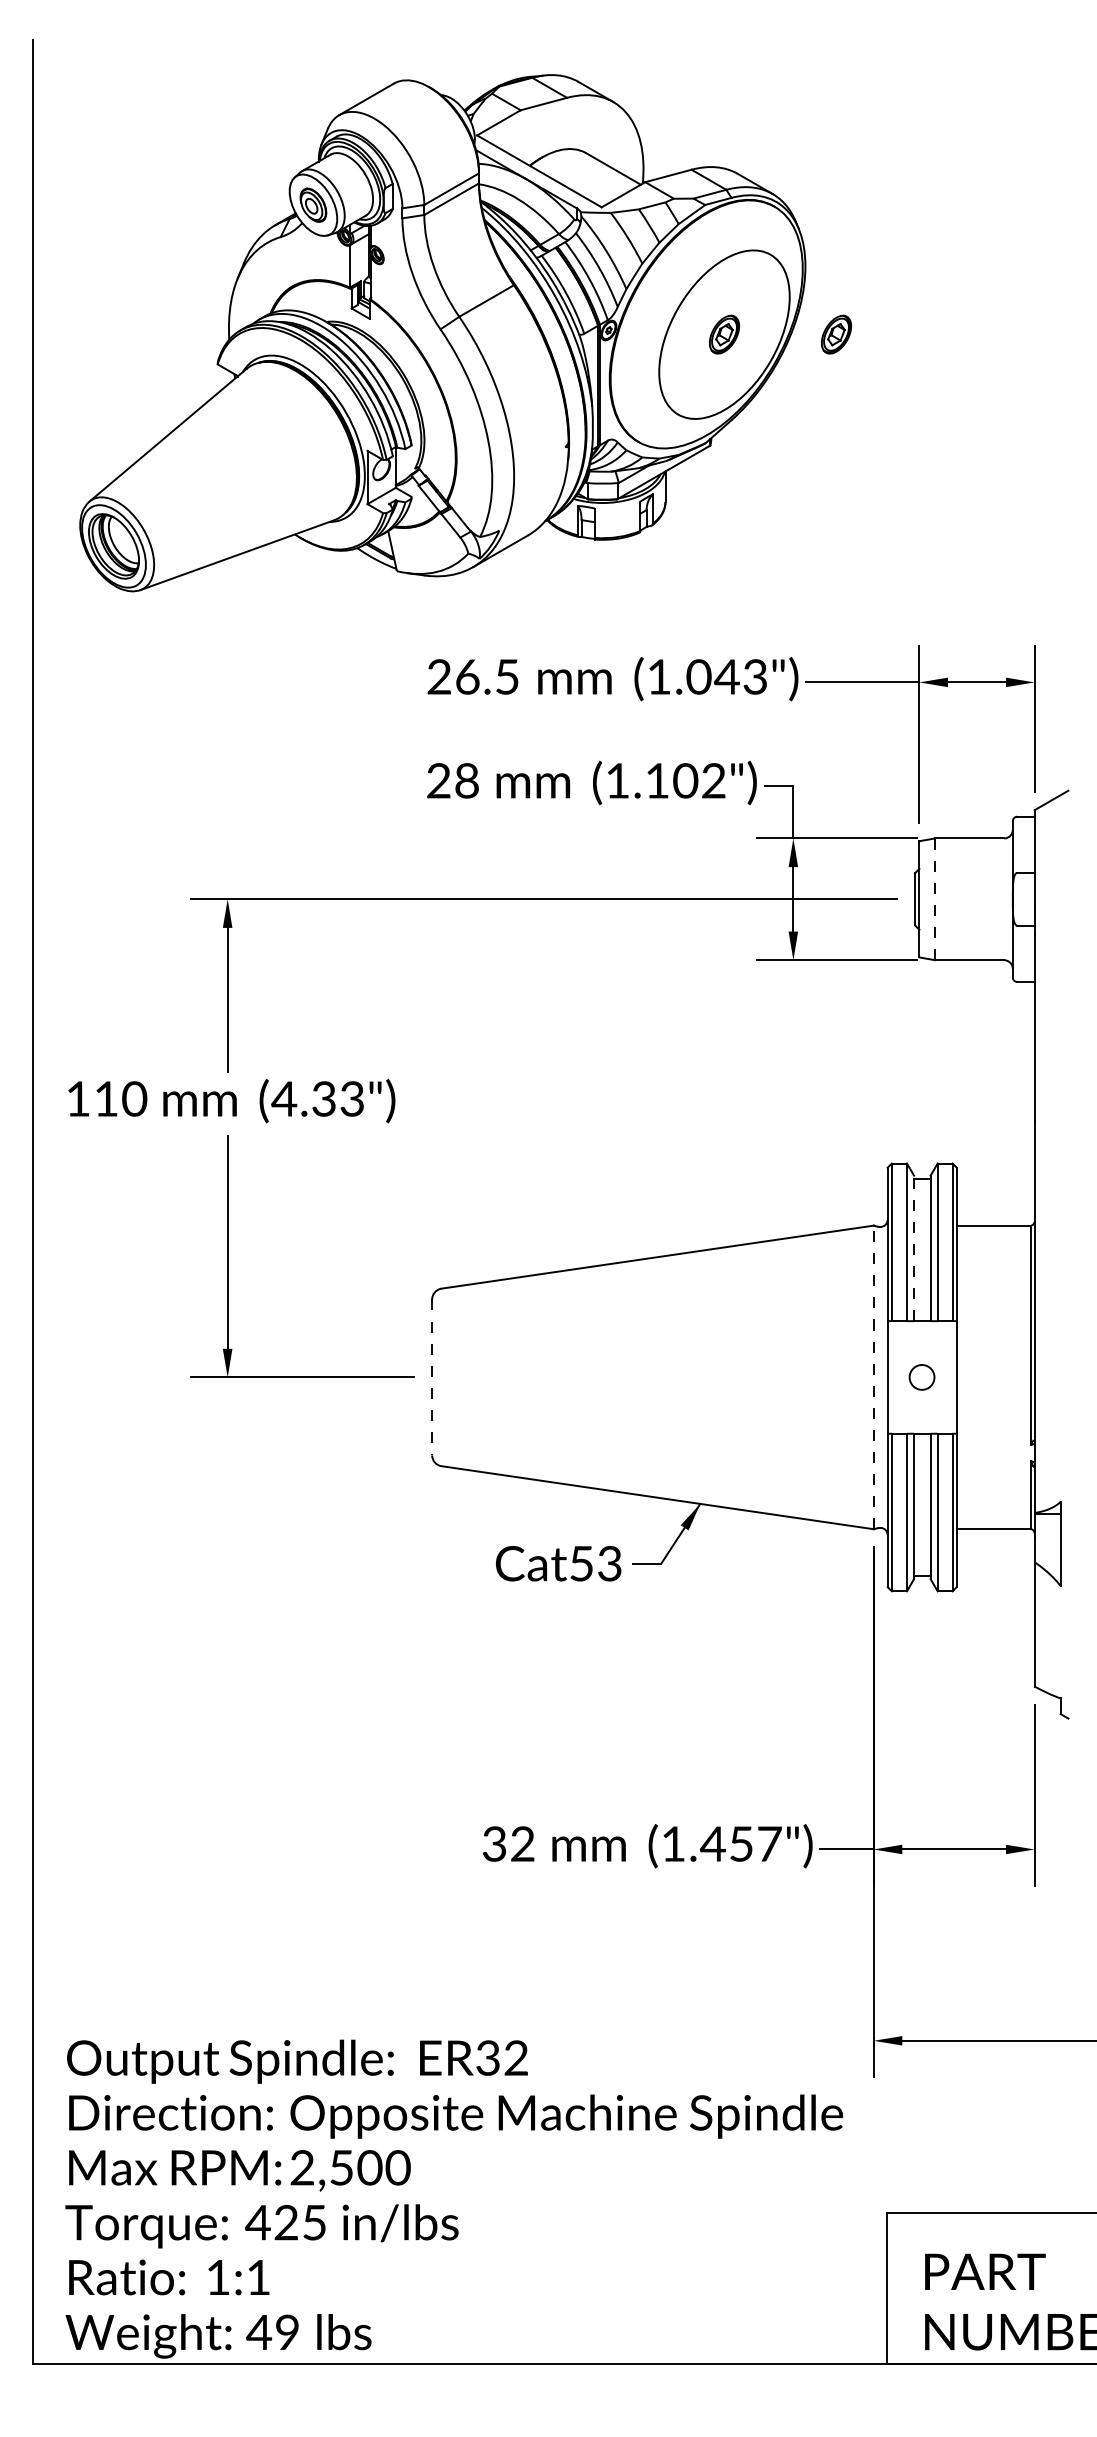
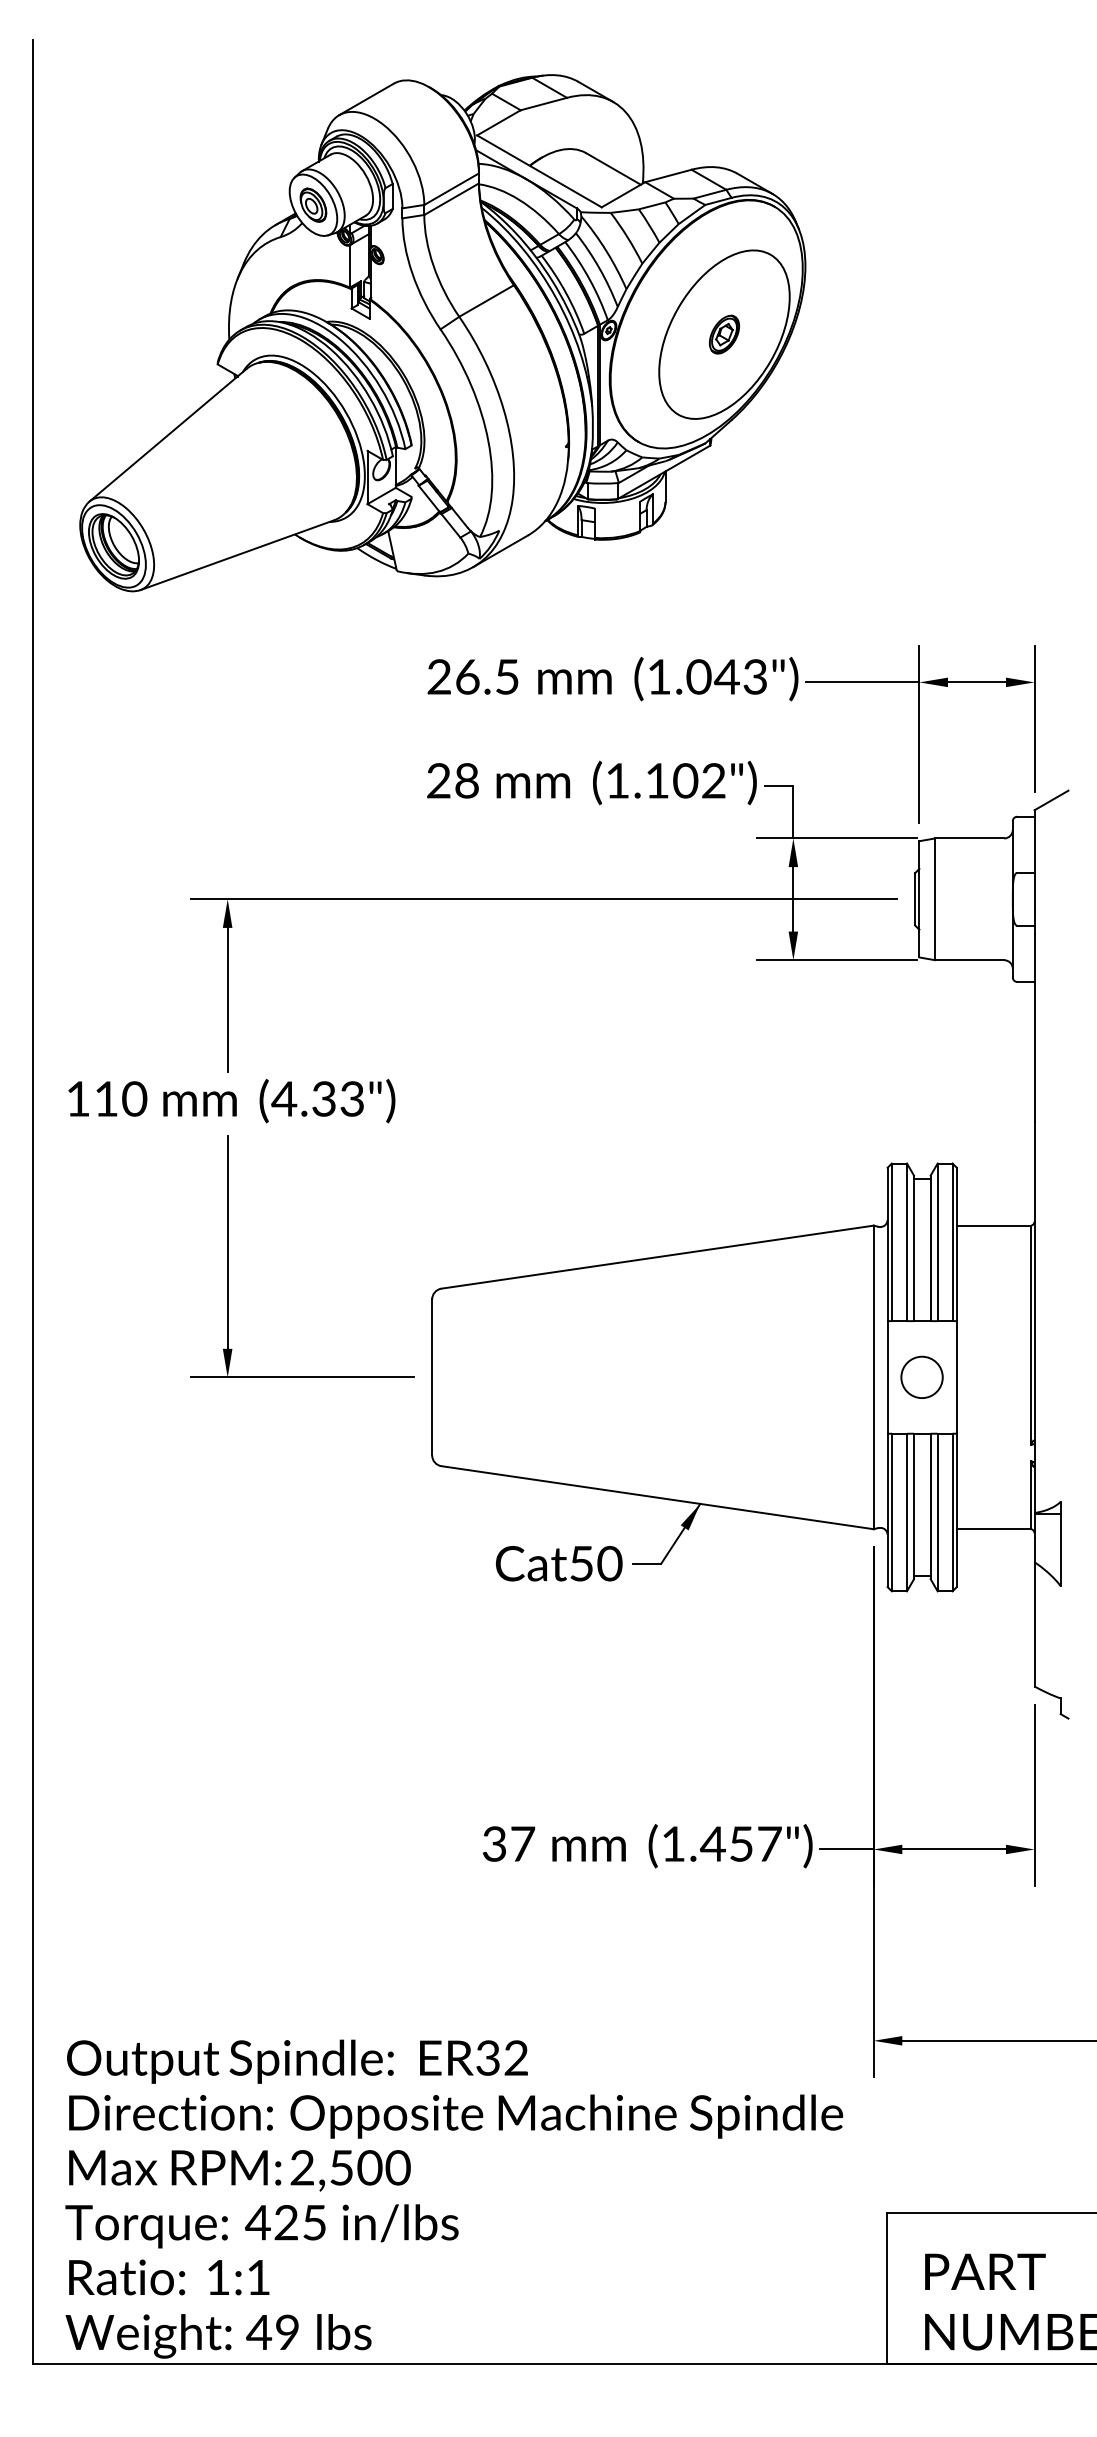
part at (836, 334): present -> none
line at (934, 899): dashed -> solid
line at (914, 1248): dashed -> solid
line at (432, 1377): dashed -> solid
line at (873, 1377): dashed -> solid
circle at (921, 1377) diameter: 25 px -> 41 px
text at (609, 1563): Cat53 -> Cat50
text at (523, 1843): 32 -> 37
